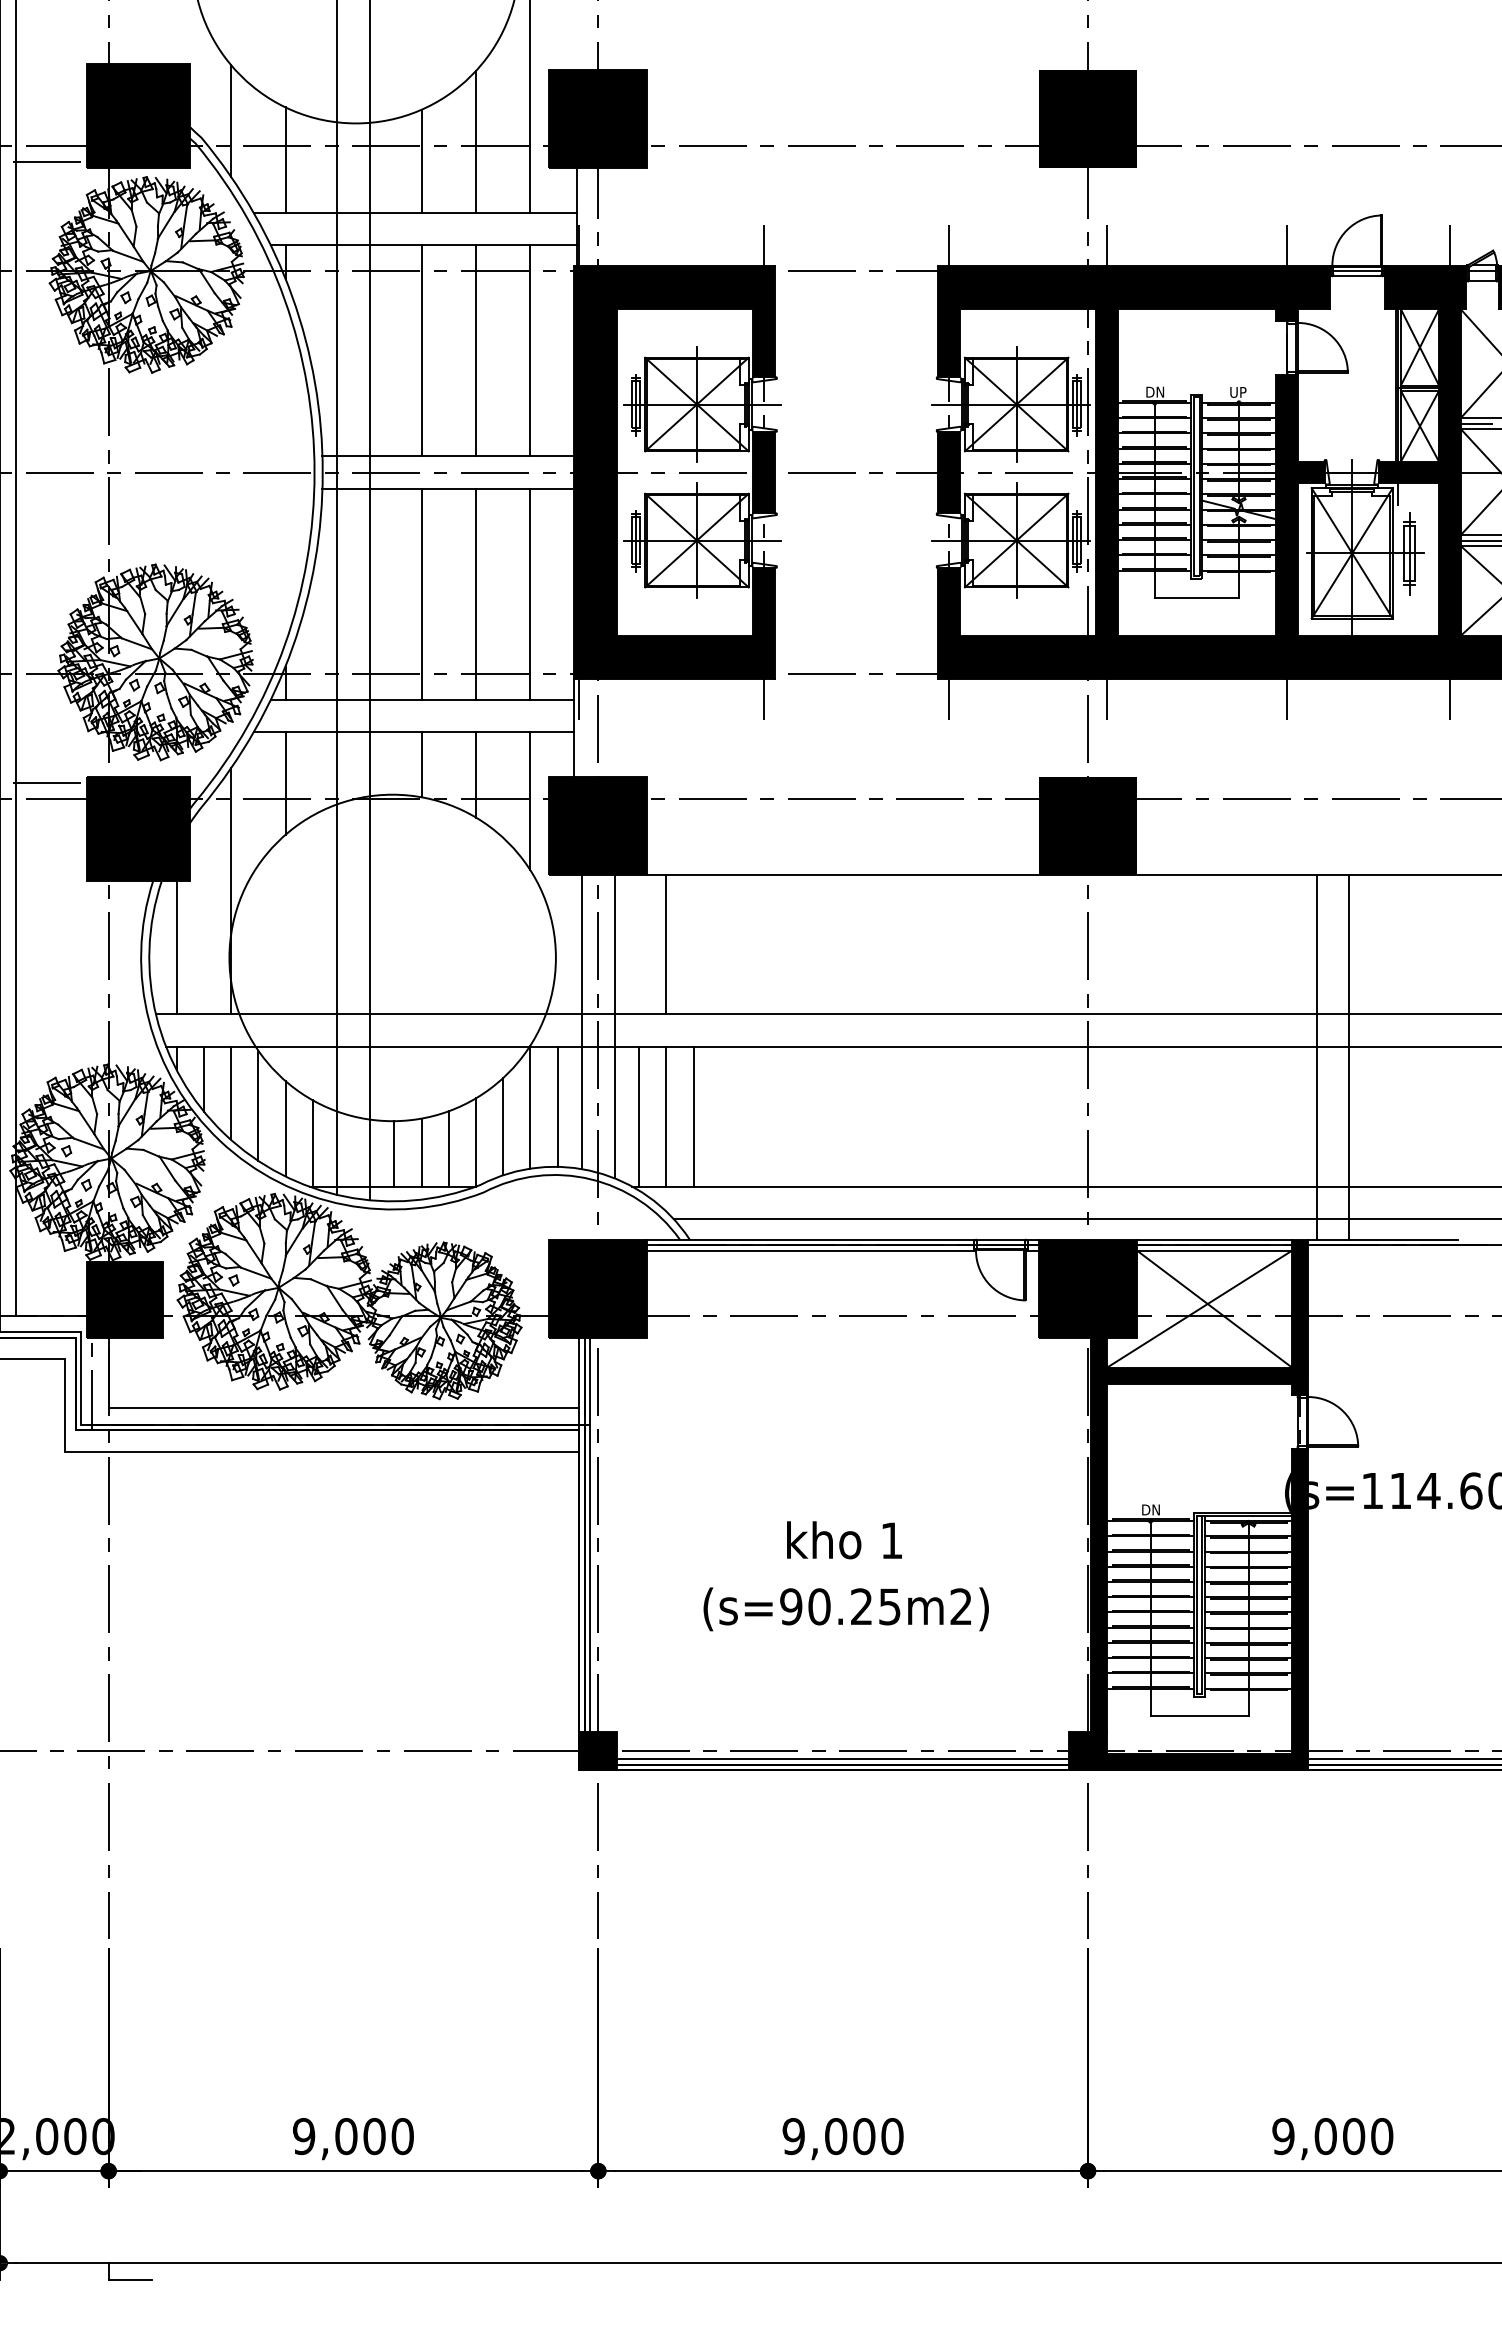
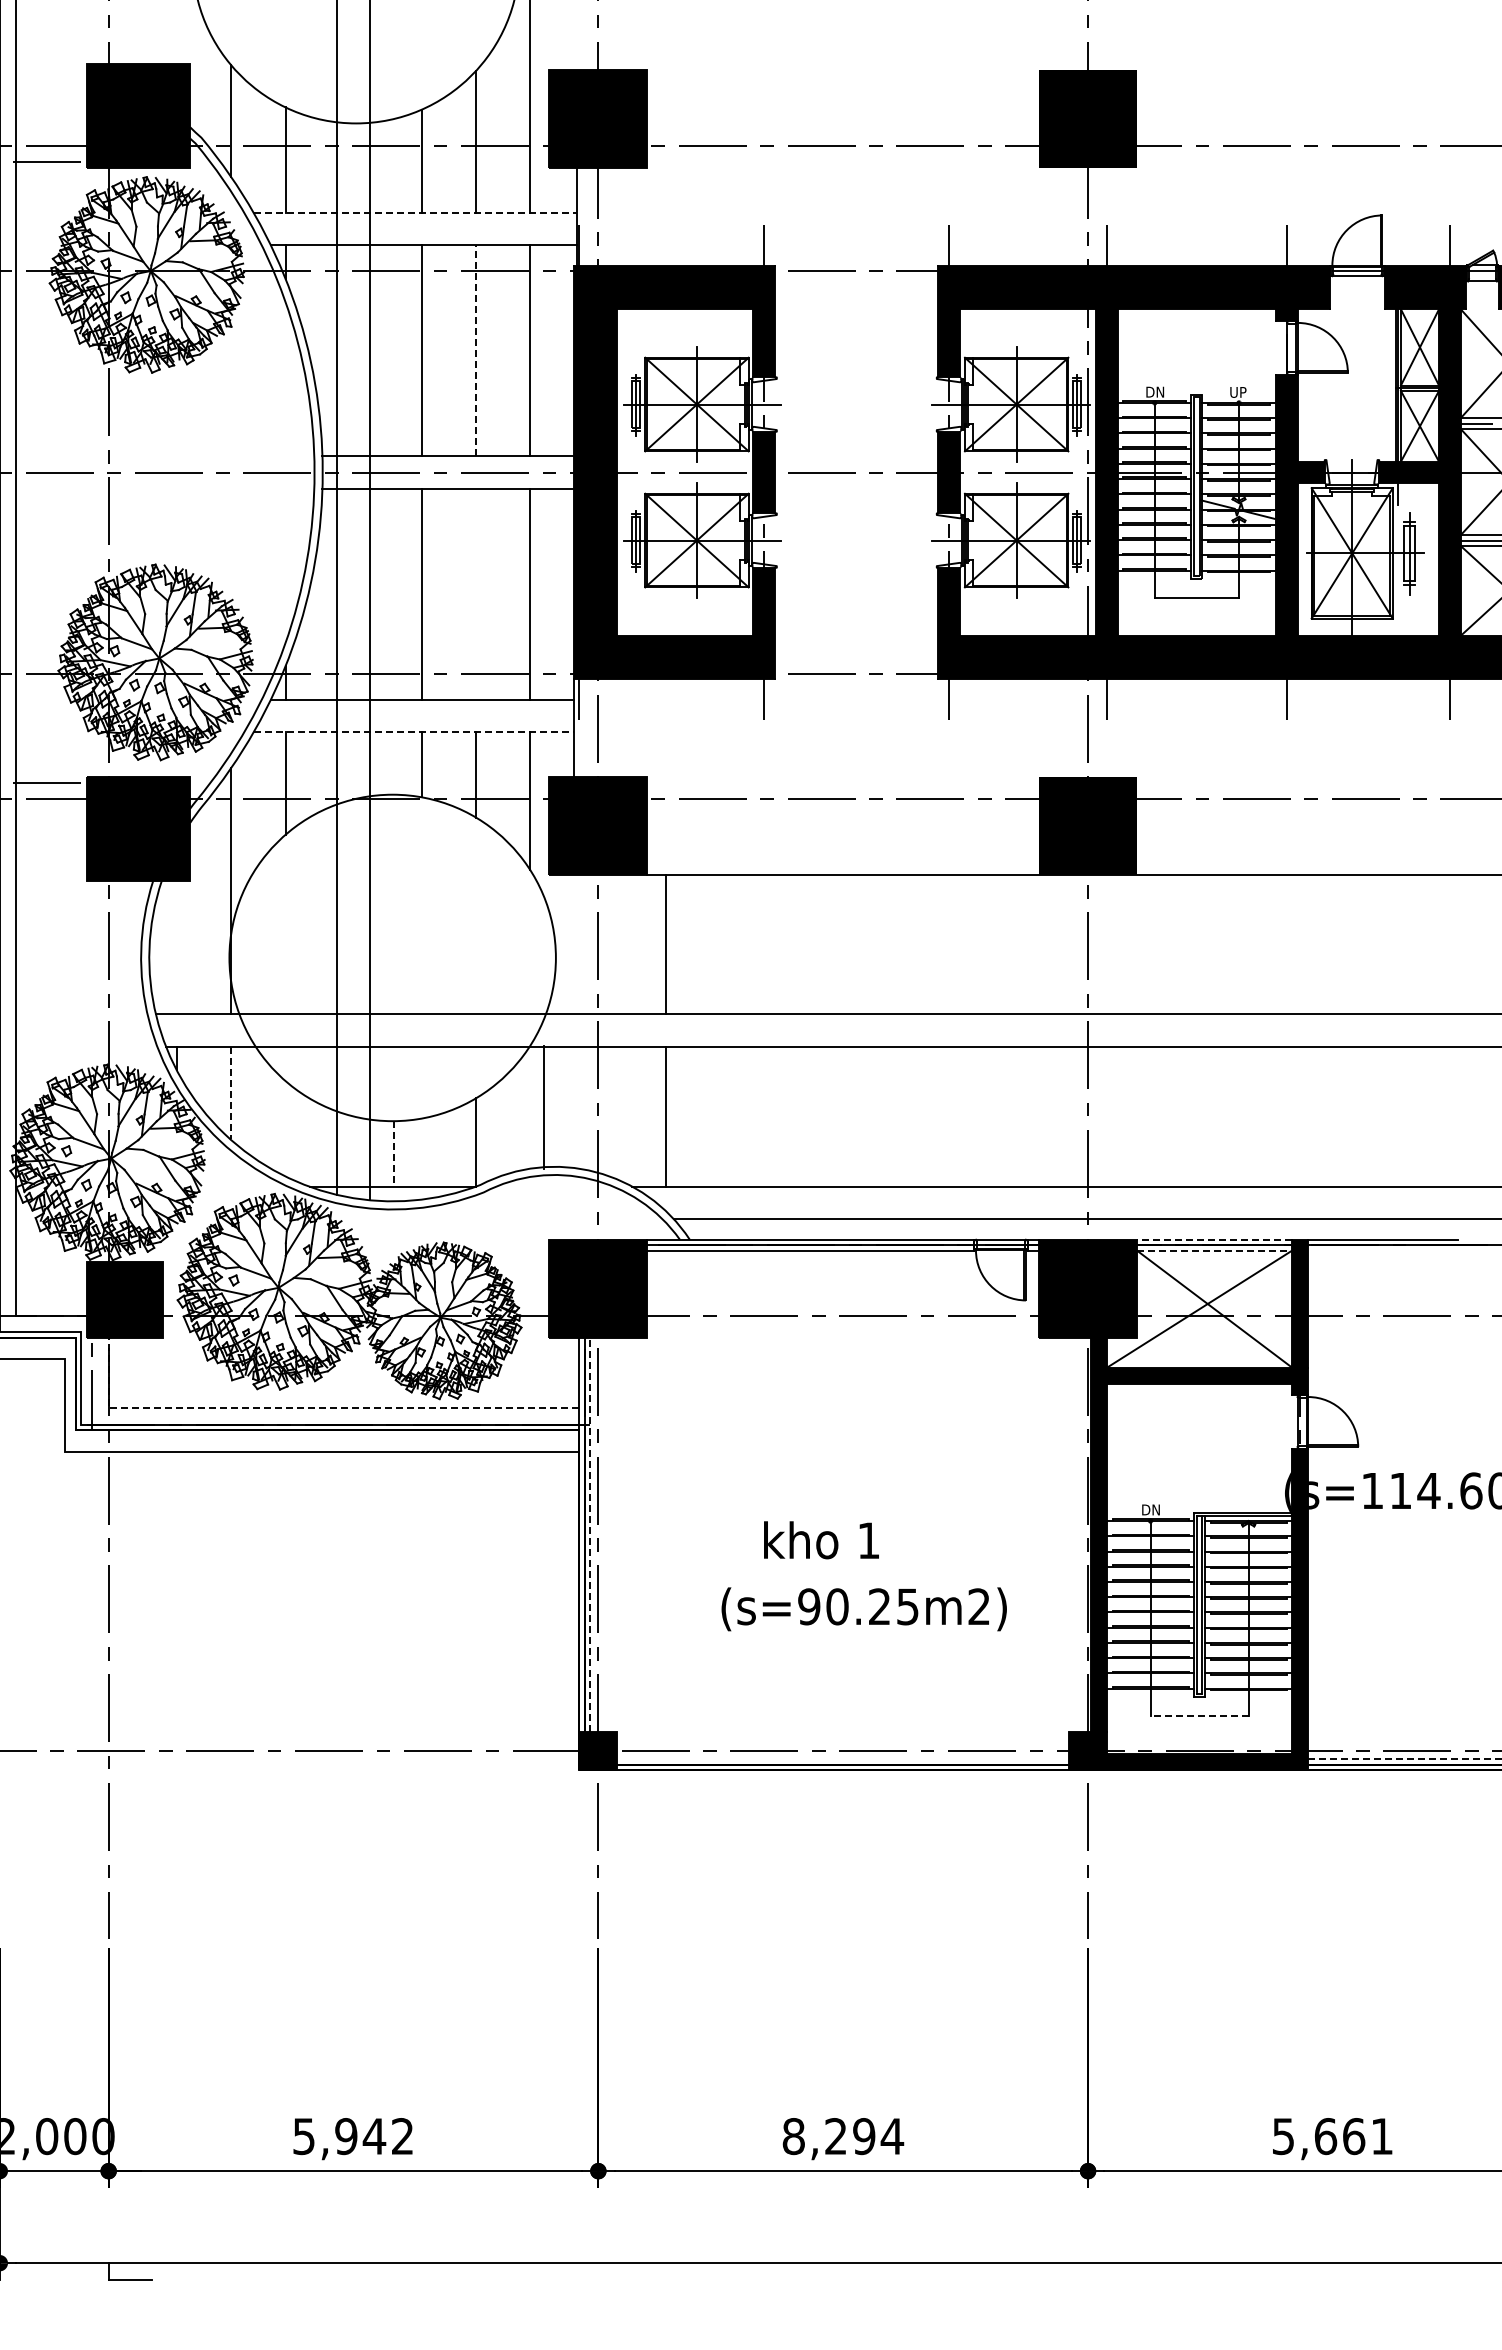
line at (415, 212): solid -> dashed
line at (475, 350): solid -> dashed
line at (475, 593): present -> none
line at (414, 732): solid -> dashed
line at (176, 946): present -> none
line at (582, 1022): present -> none
line at (614, 1026): present -> none
line at (1316, 1057): present -> none
line at (1349, 1057): present -> none
line at (203, 1078): present -> none
line at (231, 1093): solid -> dashed
line at (258, 1105): present -> none
line at (530, 1106) position: (530, 1106) -> (544, 1106)
line at (557, 1106): present -> none
line at (639, 1116): present -> none
line at (693, 1116): present -> none
line at (503, 1126): present -> none
line at (285, 1128): present -> none
line at (312, 1143): present -> none
line at (448, 1148): present -> none
line at (421, 1152): present -> none
line at (394, 1153): solid -> dashed
line at (1214, 1239): solid -> dashed
line at (1214, 1250): solid -> dashed
line at (307, 1408): solid -> dashed
line at (590, 1534): solid -> dashed
text at (844, 1540) position: (844, 1540) -> (821, 1540)
text at (845, 1609) position: (845, 1609) -> (863, 1609)
line at (1199, 1715): solid -> dashed
line at (843, 1759): present -> none
line at (1405, 1759): solid -> dashed
text at (353, 2136): 9,000 -> 5,942
text at (843, 2136): 9,000 -> 8,294
text at (1332, 2136): 9,000 -> 5,661
